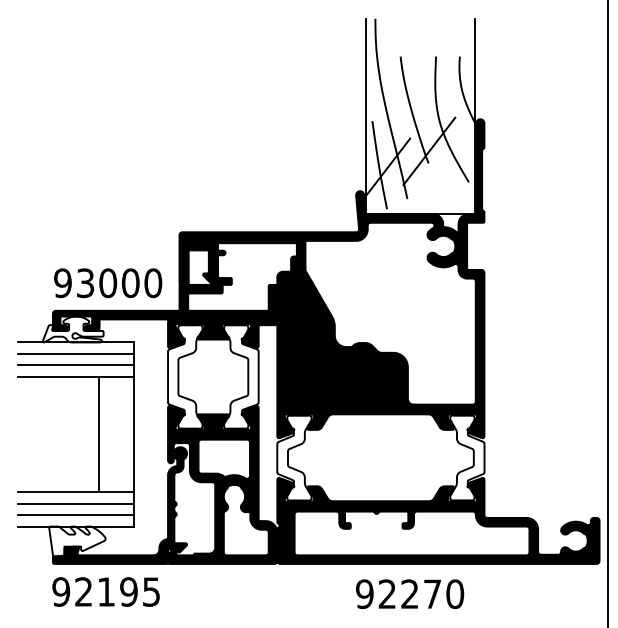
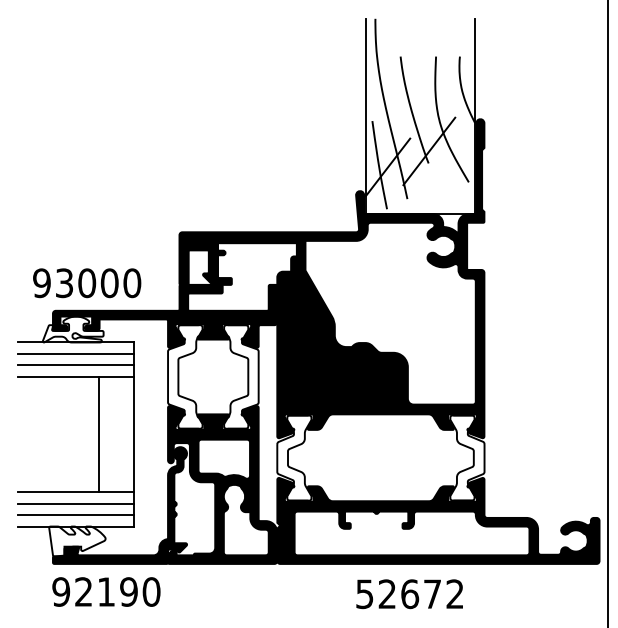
text at (108, 283) position: (108, 283) -> (87, 283)
text at (151, 591): 92195 -> 92190
text at (410, 594): 92270 -> 52672
